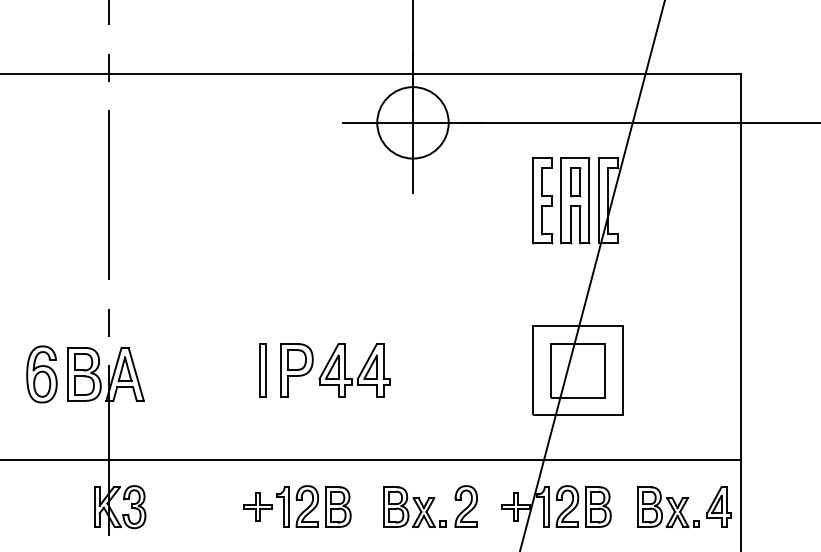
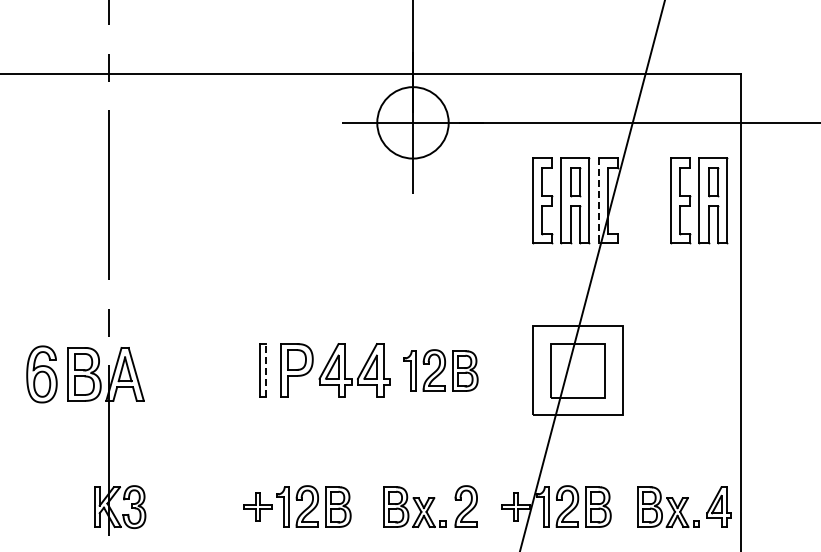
part at (699, 200): none -> present
line at (598, 201): solid -> dashed
line at (266, 370): solid -> dashed
part at (440, 370): none -> present
line at (371, 459): present -> none
